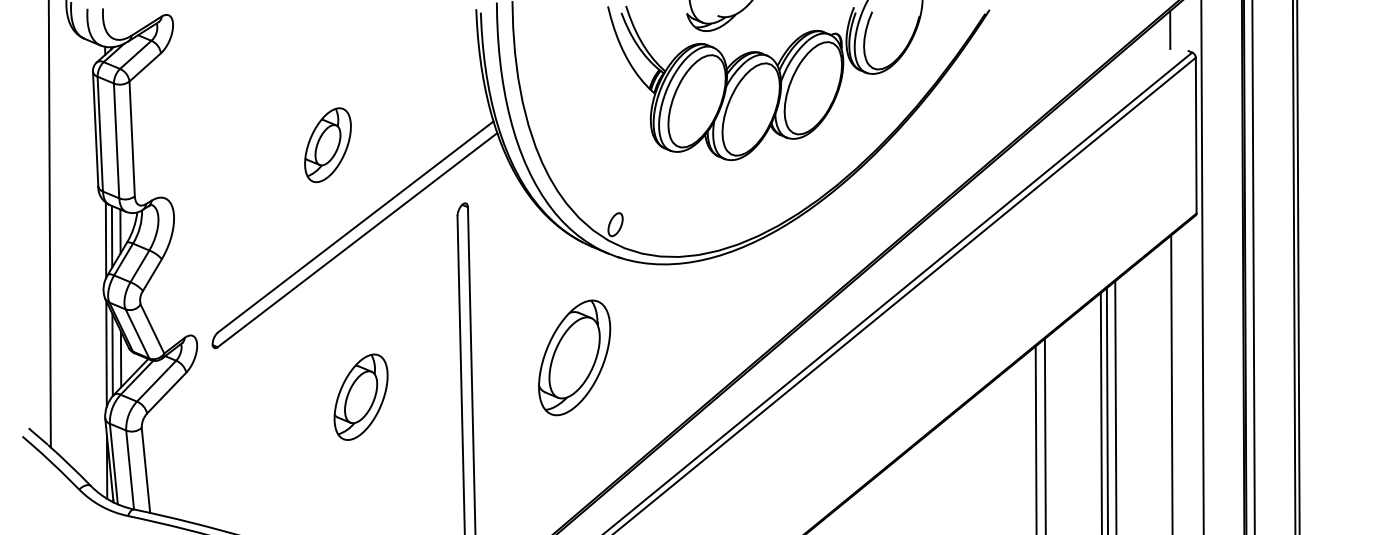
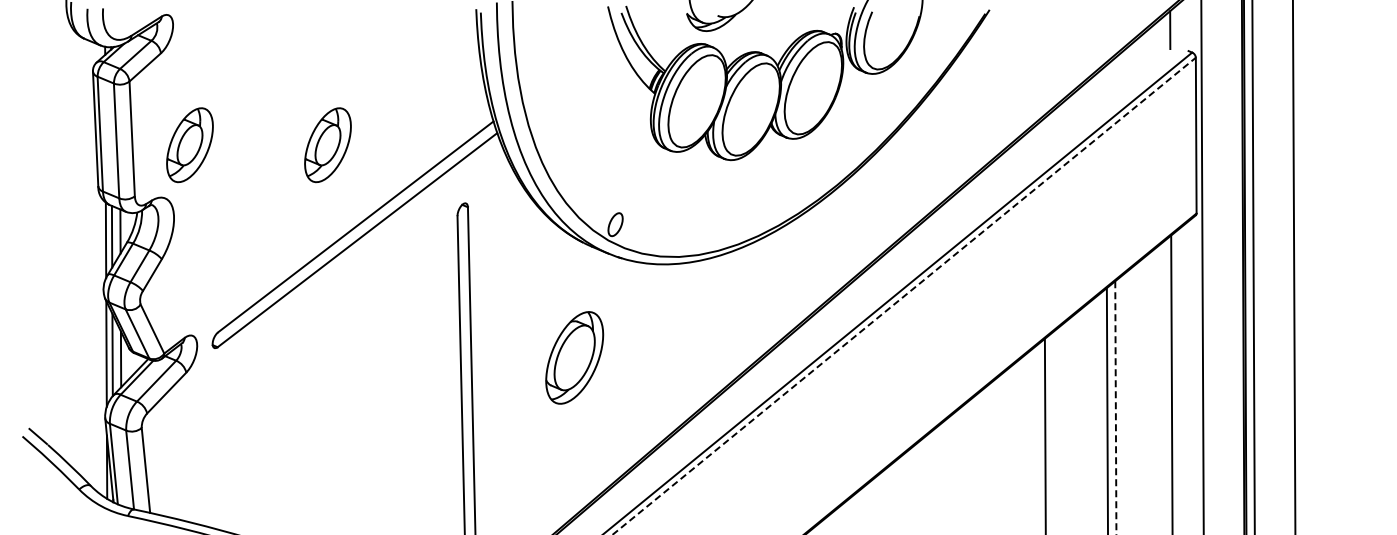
part at (189, 145): none -> present
line at (49, 224): present -> none
line at (1298, 266): present -> none
line at (904, 296): solid -> dashed
part at (574, 357) size: 74x118 px -> 60x94 px
part at (360, 396): present -> none
line at (1115, 408): solid -> dashed
line at (1100, 412): present -> none
line at (1035, 438): present -> none
